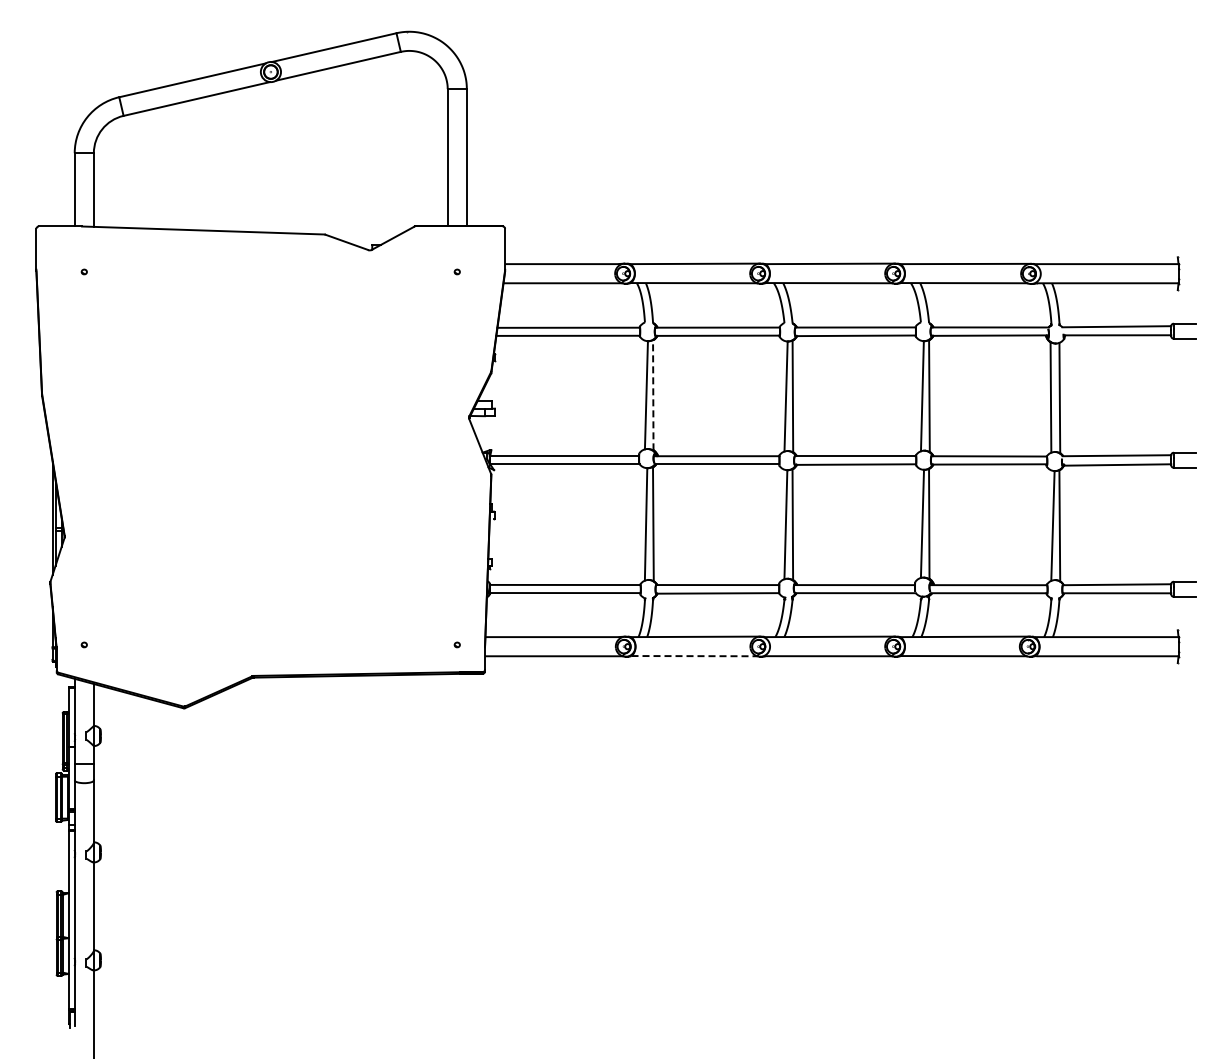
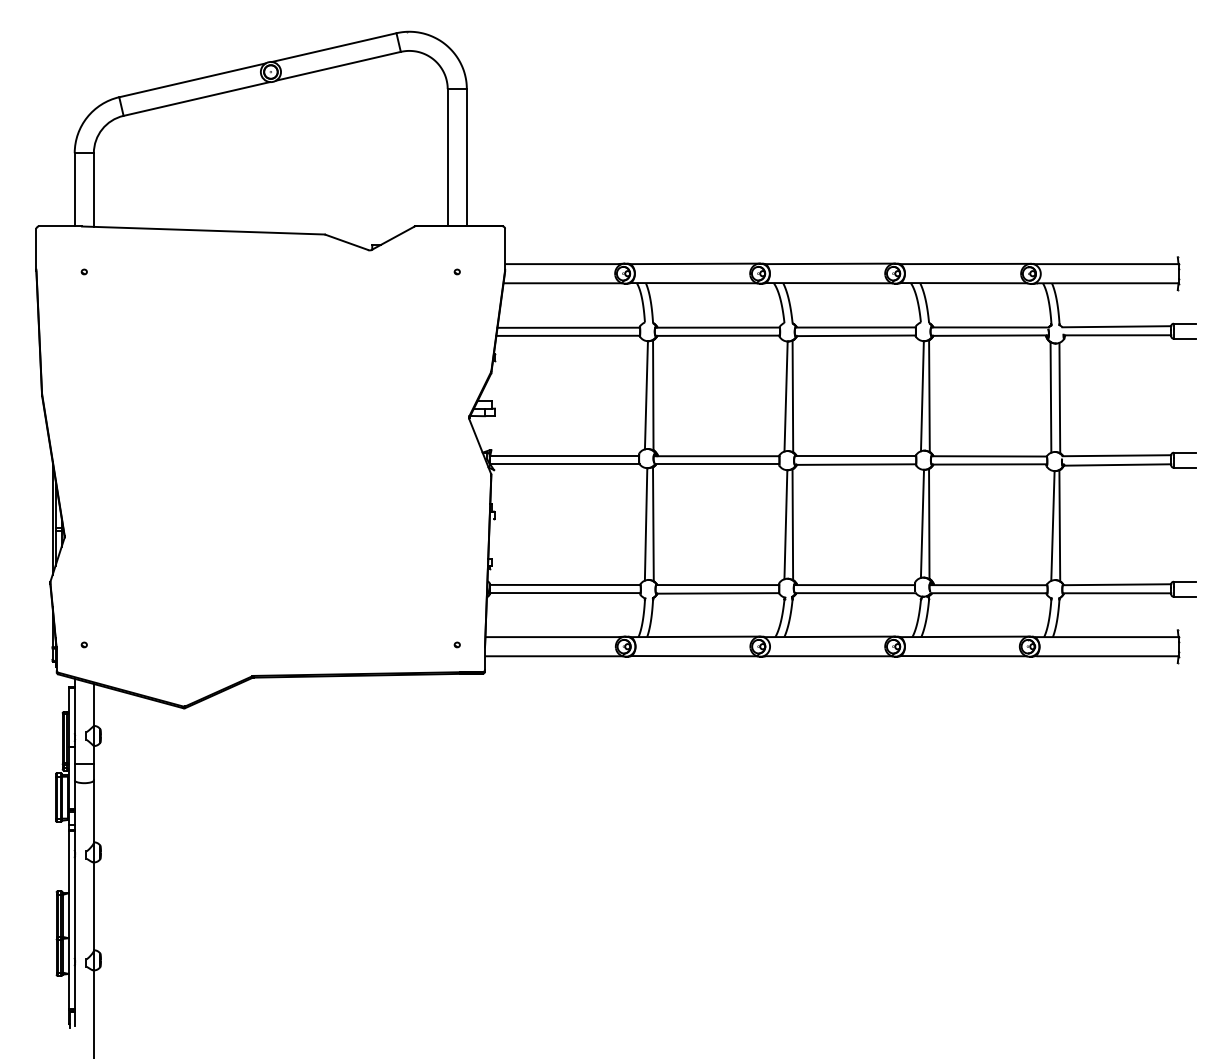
line at (653, 394): dashed -> solid
line at (694, 656): dashed -> solid
